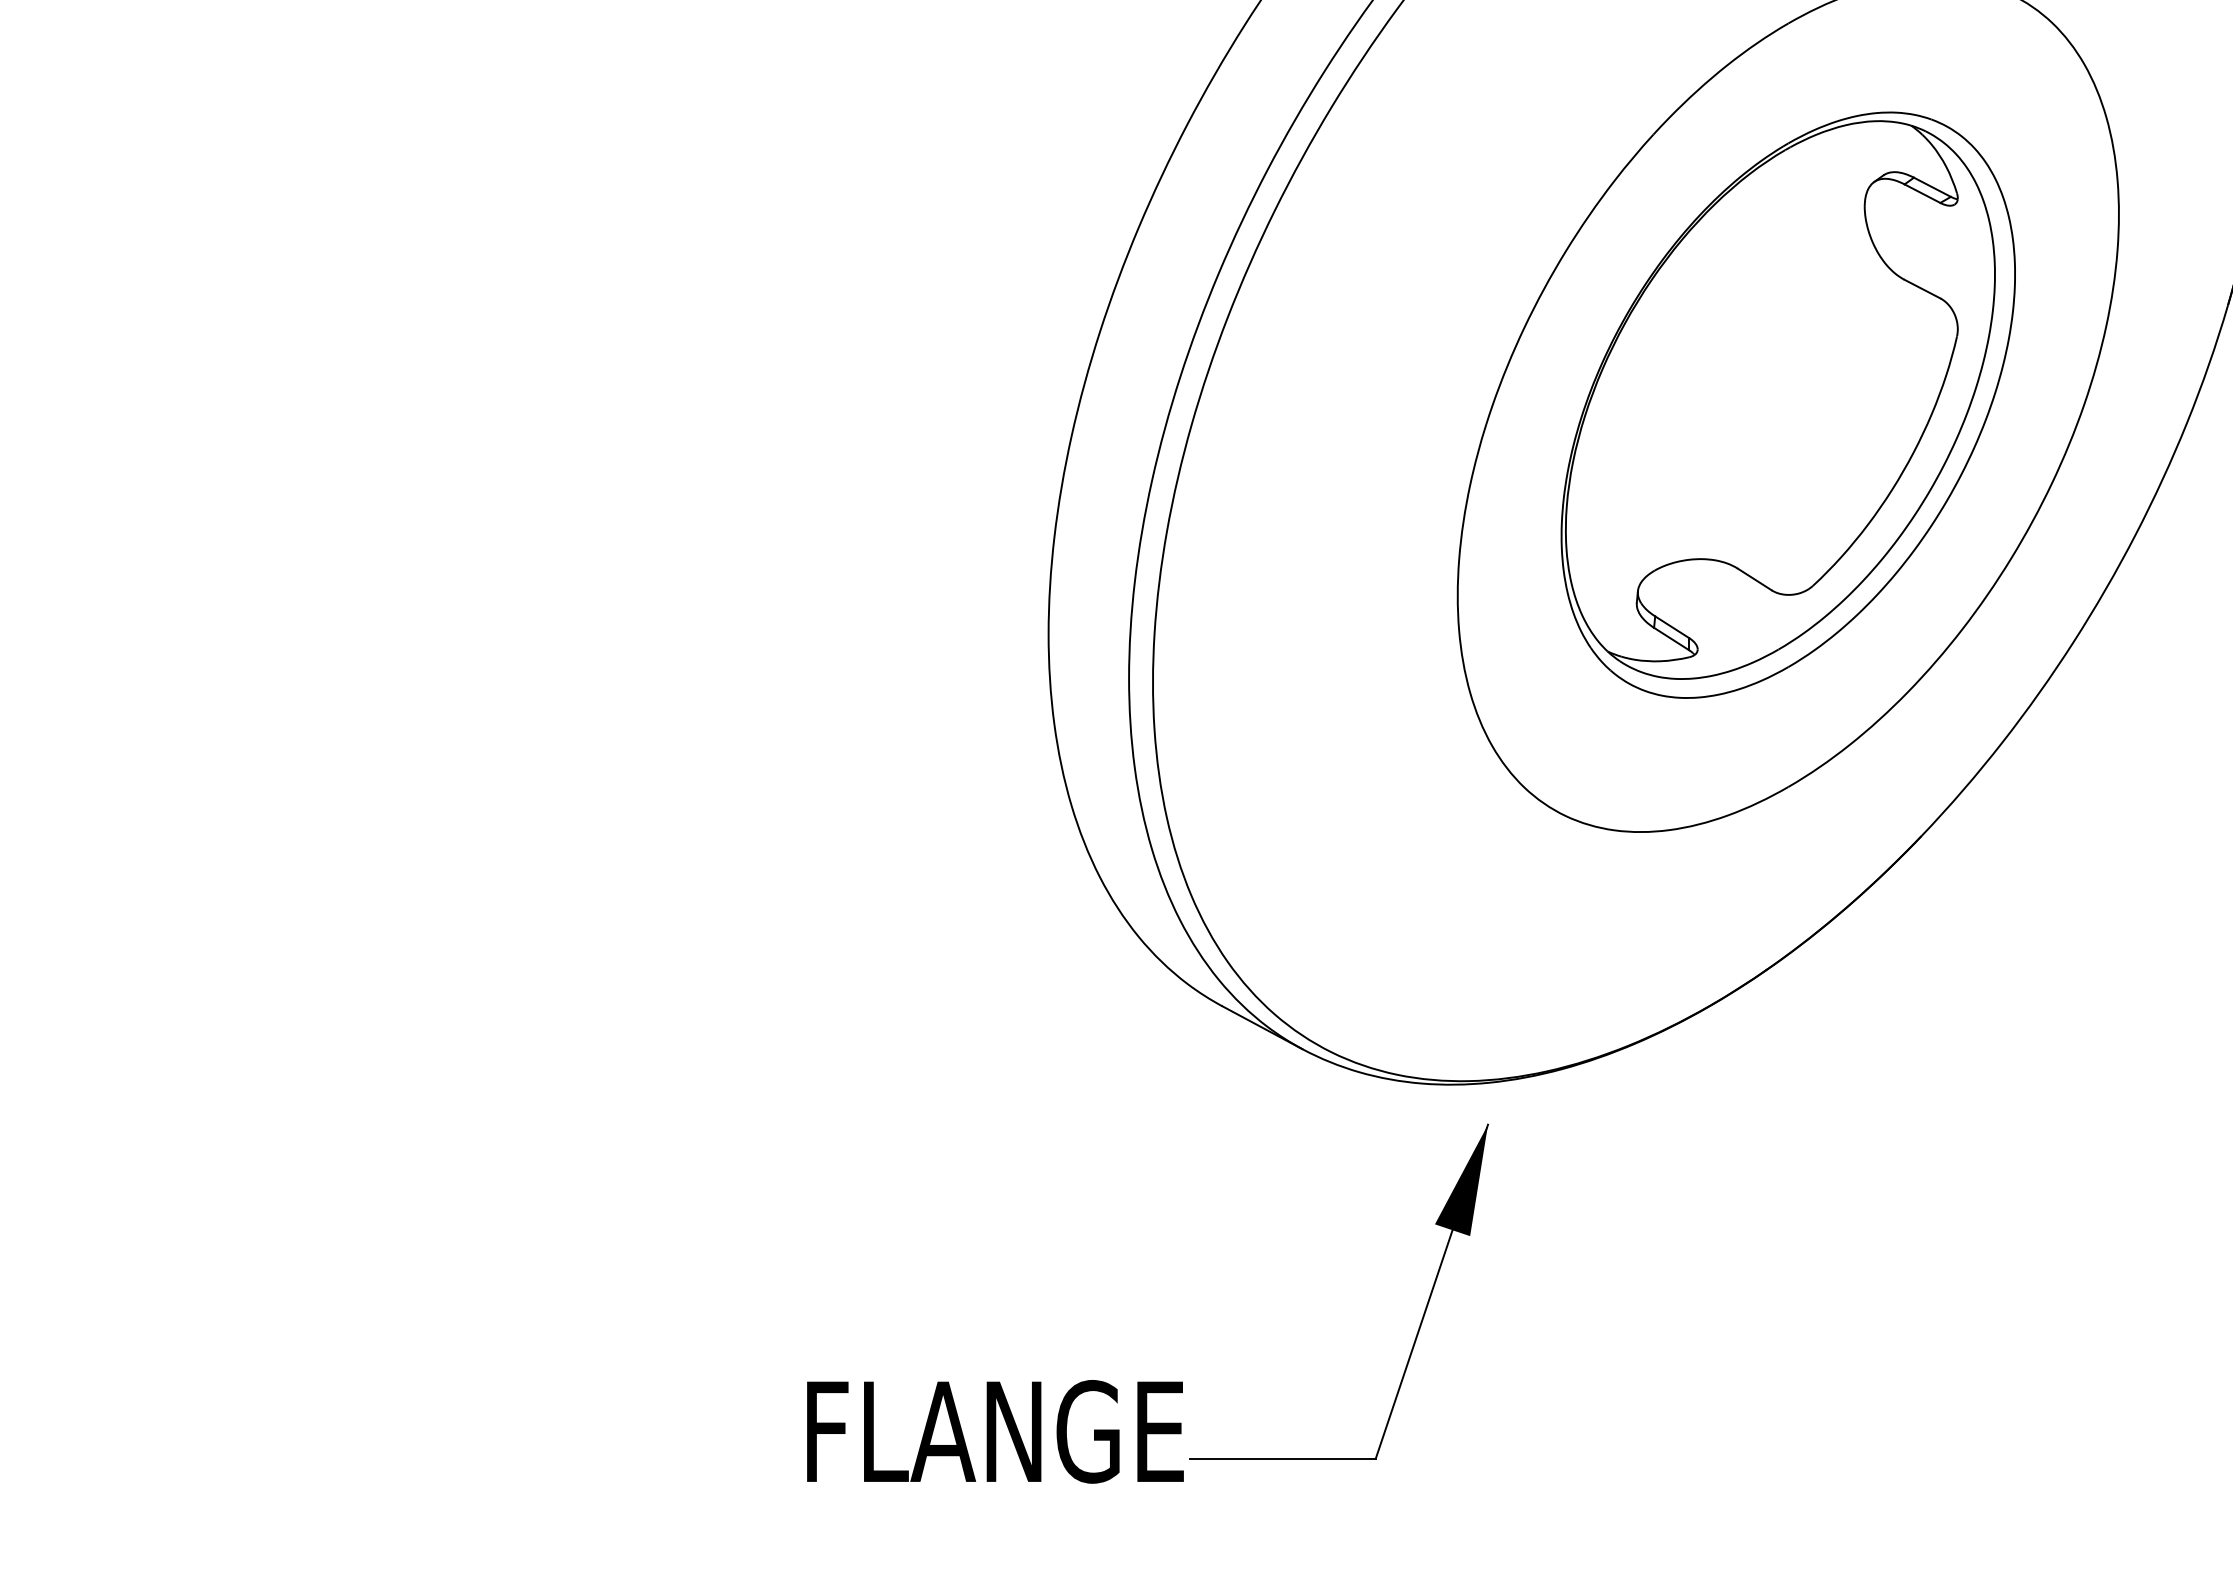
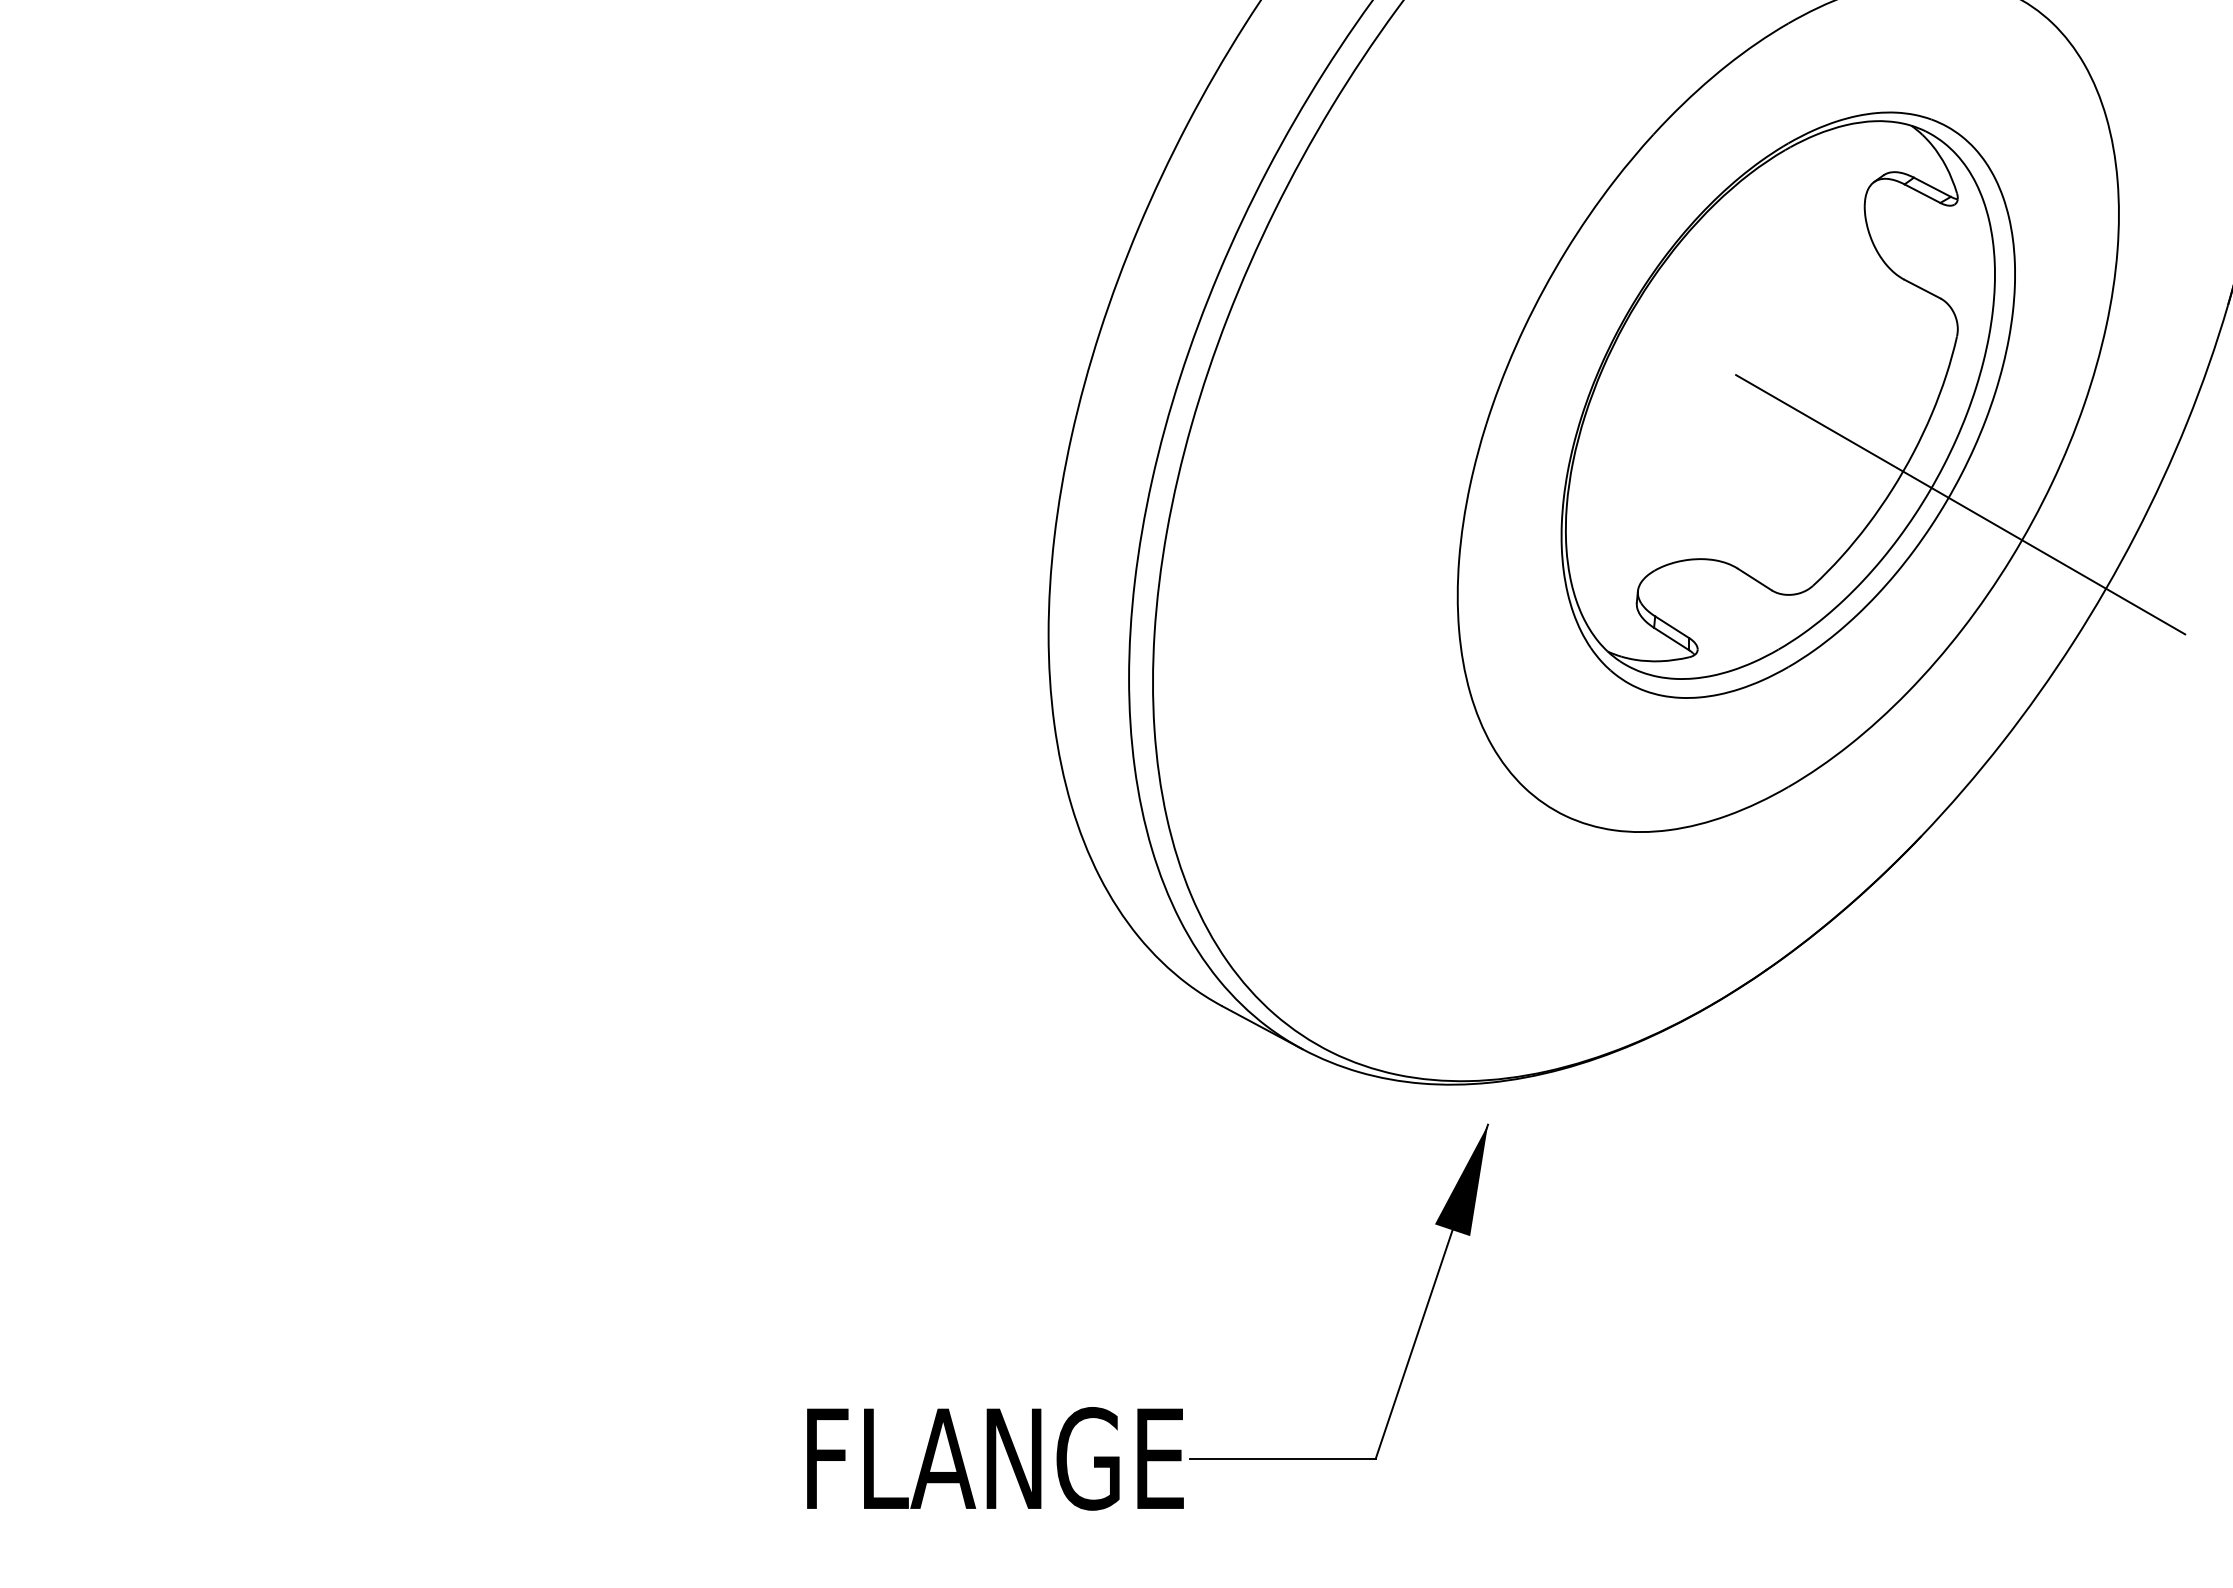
line at (1982, 516): none -> present
text at (995, 1431) position: (995, 1431) -> (995, 1458)
